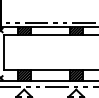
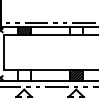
hatch at (75, 30): present -> none
hatch at (23, 75): present -> none
